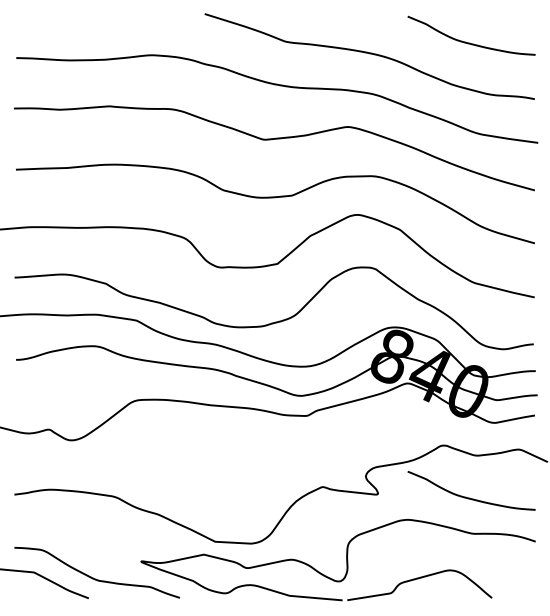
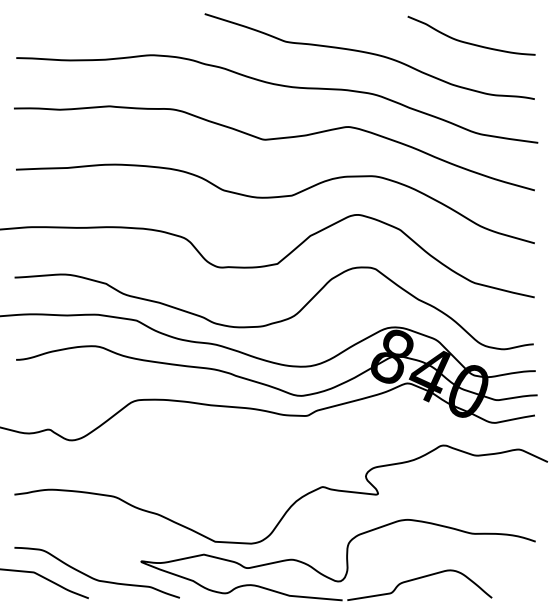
curve at (469, 497): present -> none
